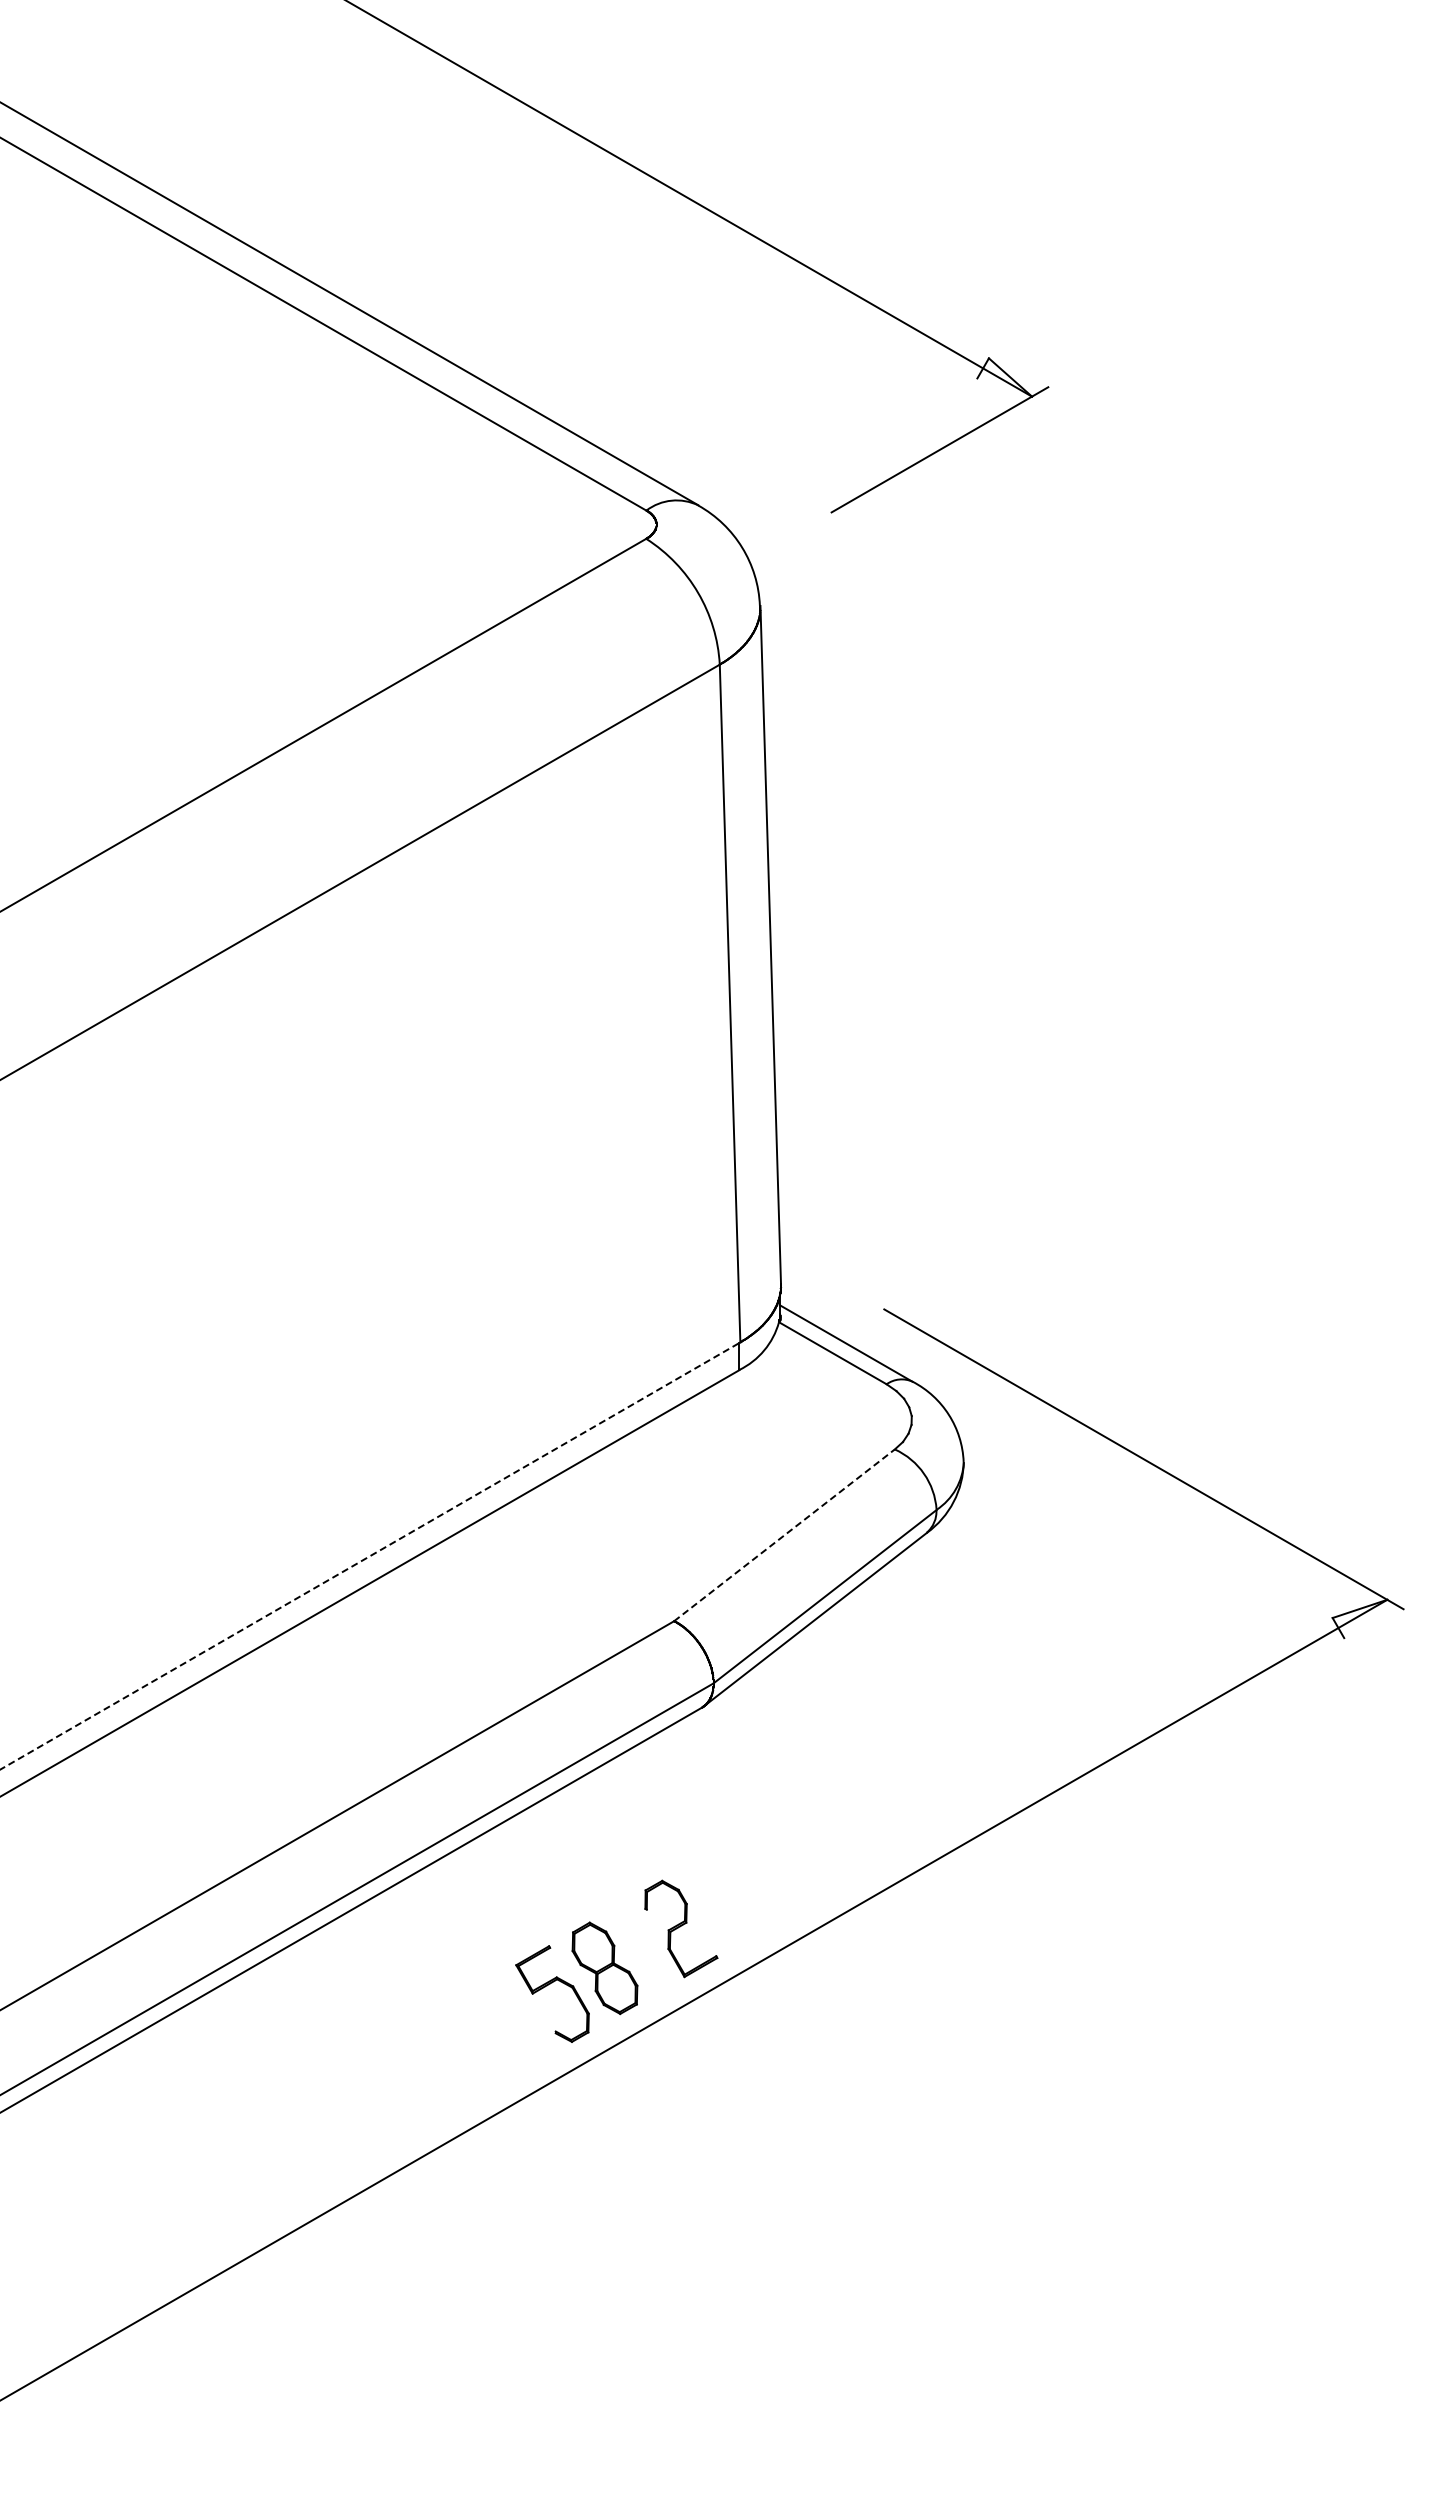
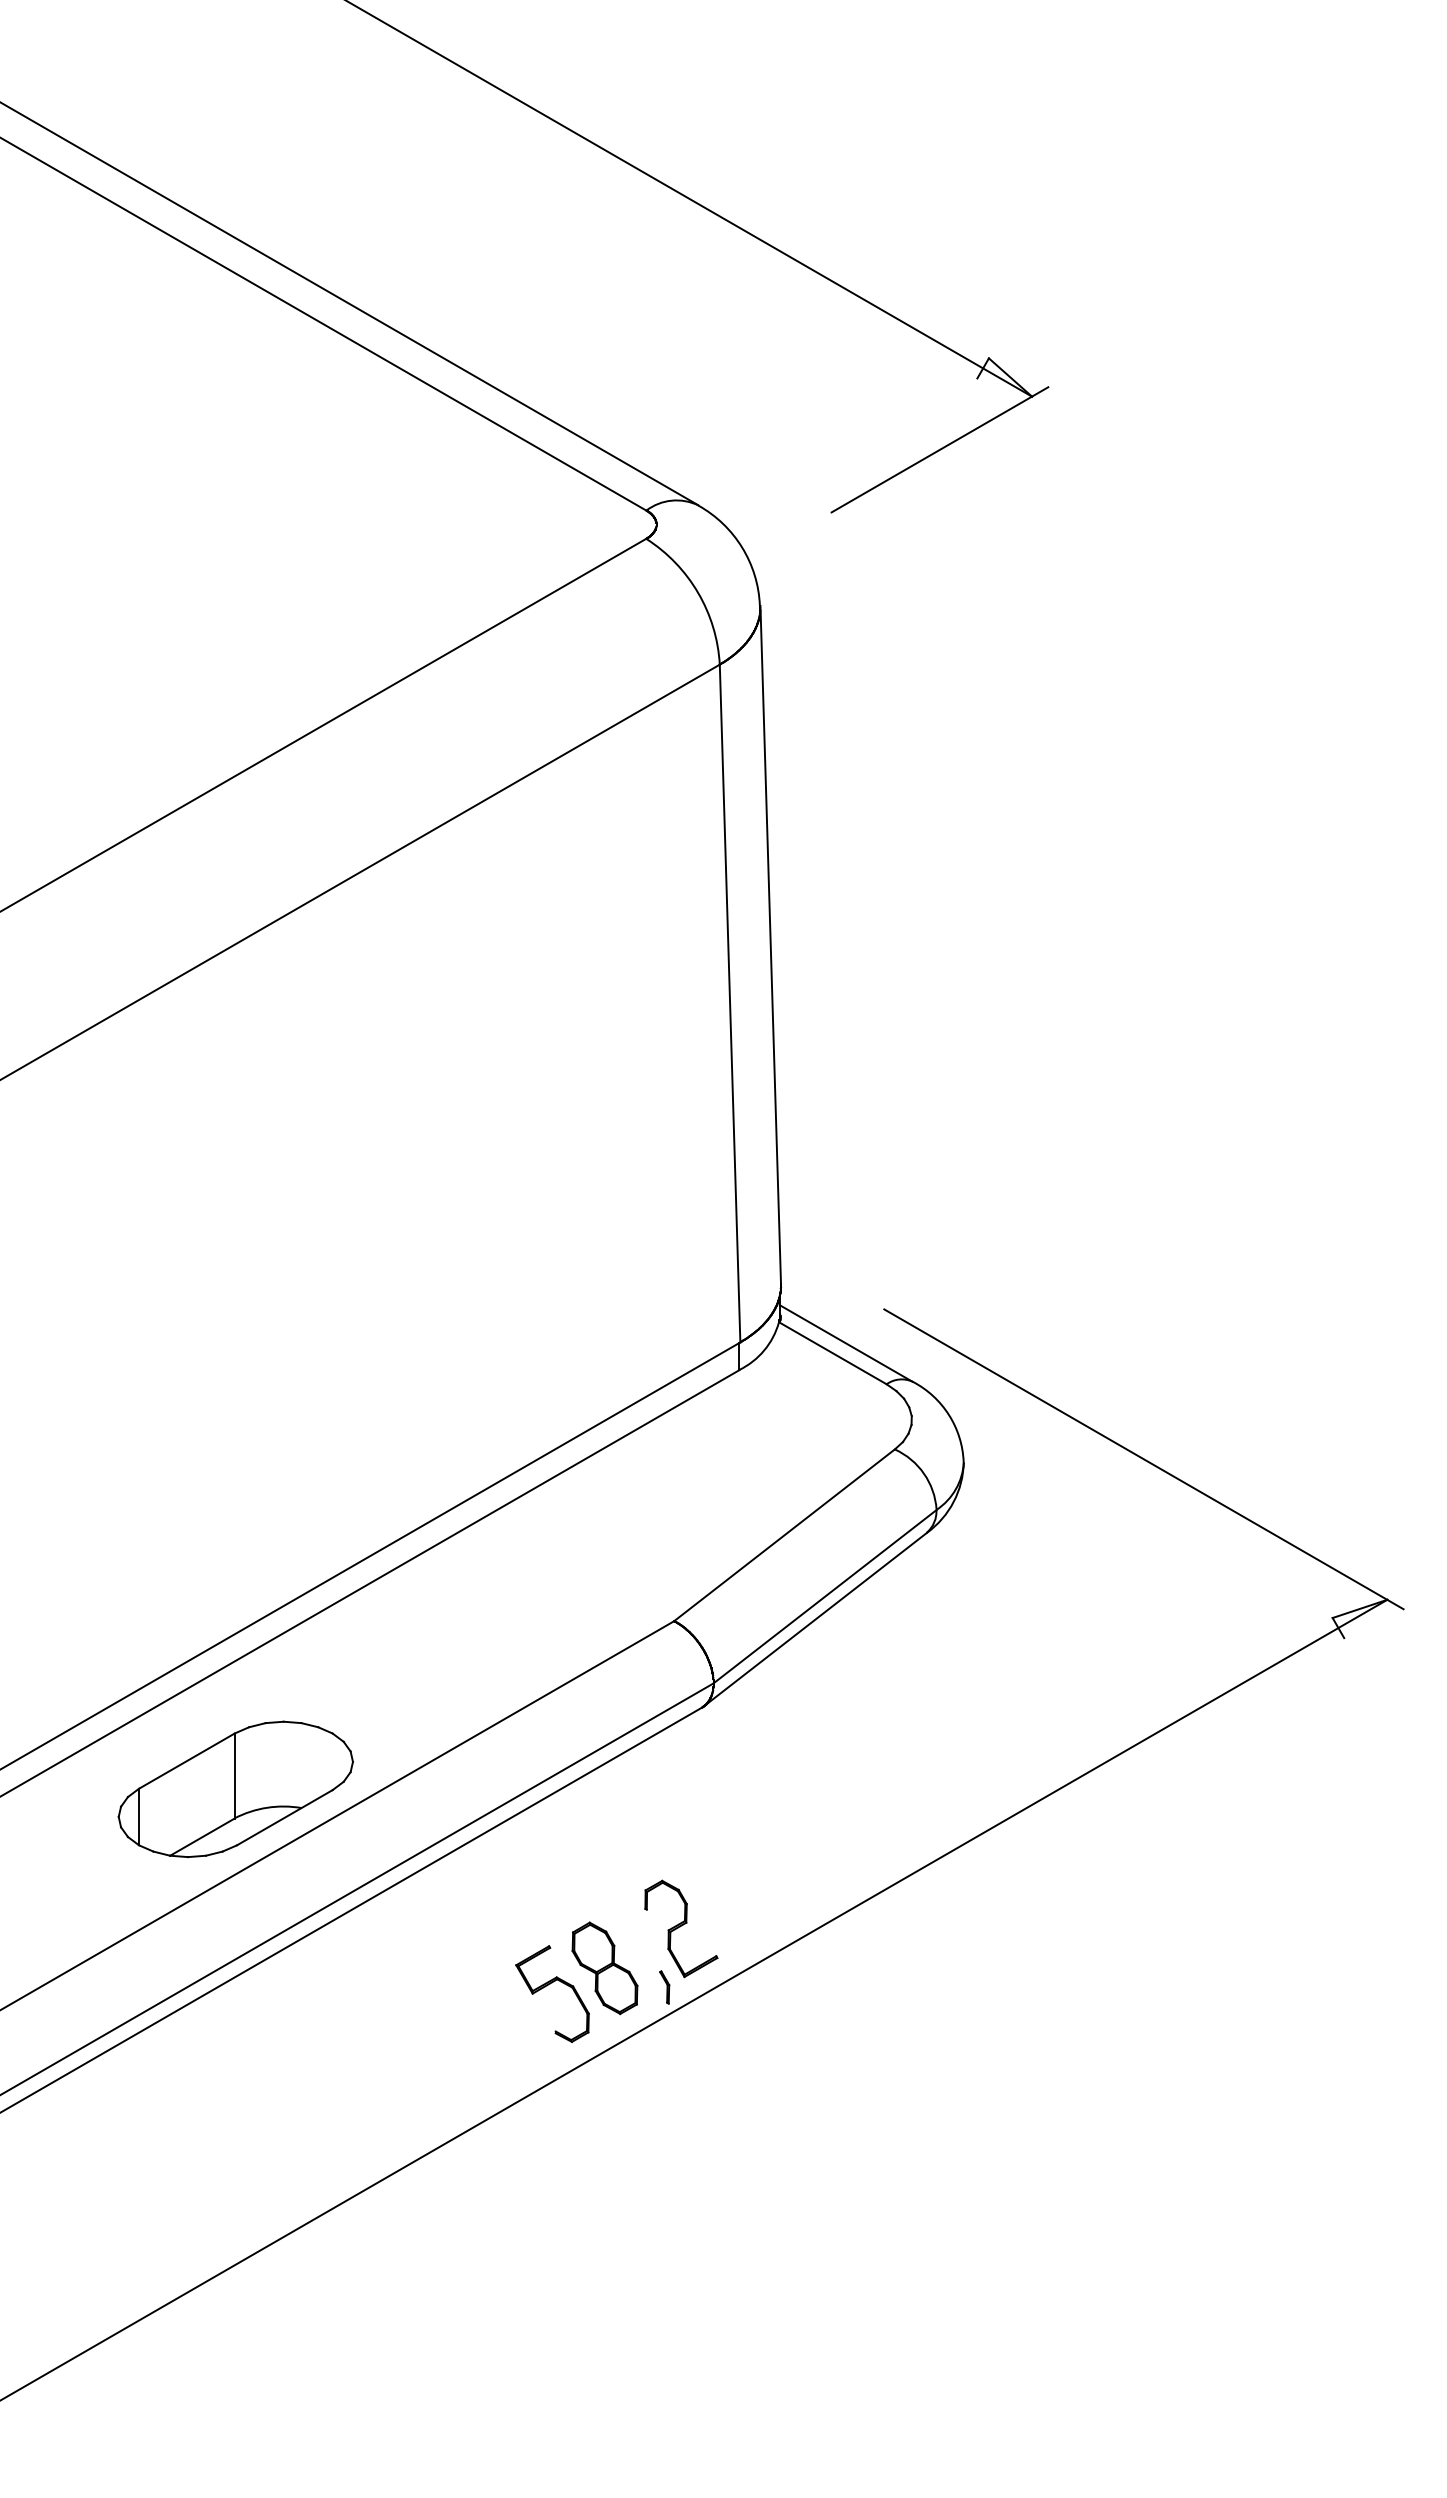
line at (784, 1535): dashed -> solid
line at (370, 1555): dashed -> solid
part at (235, 1789): none -> present
part at (664, 1987): none -> present
